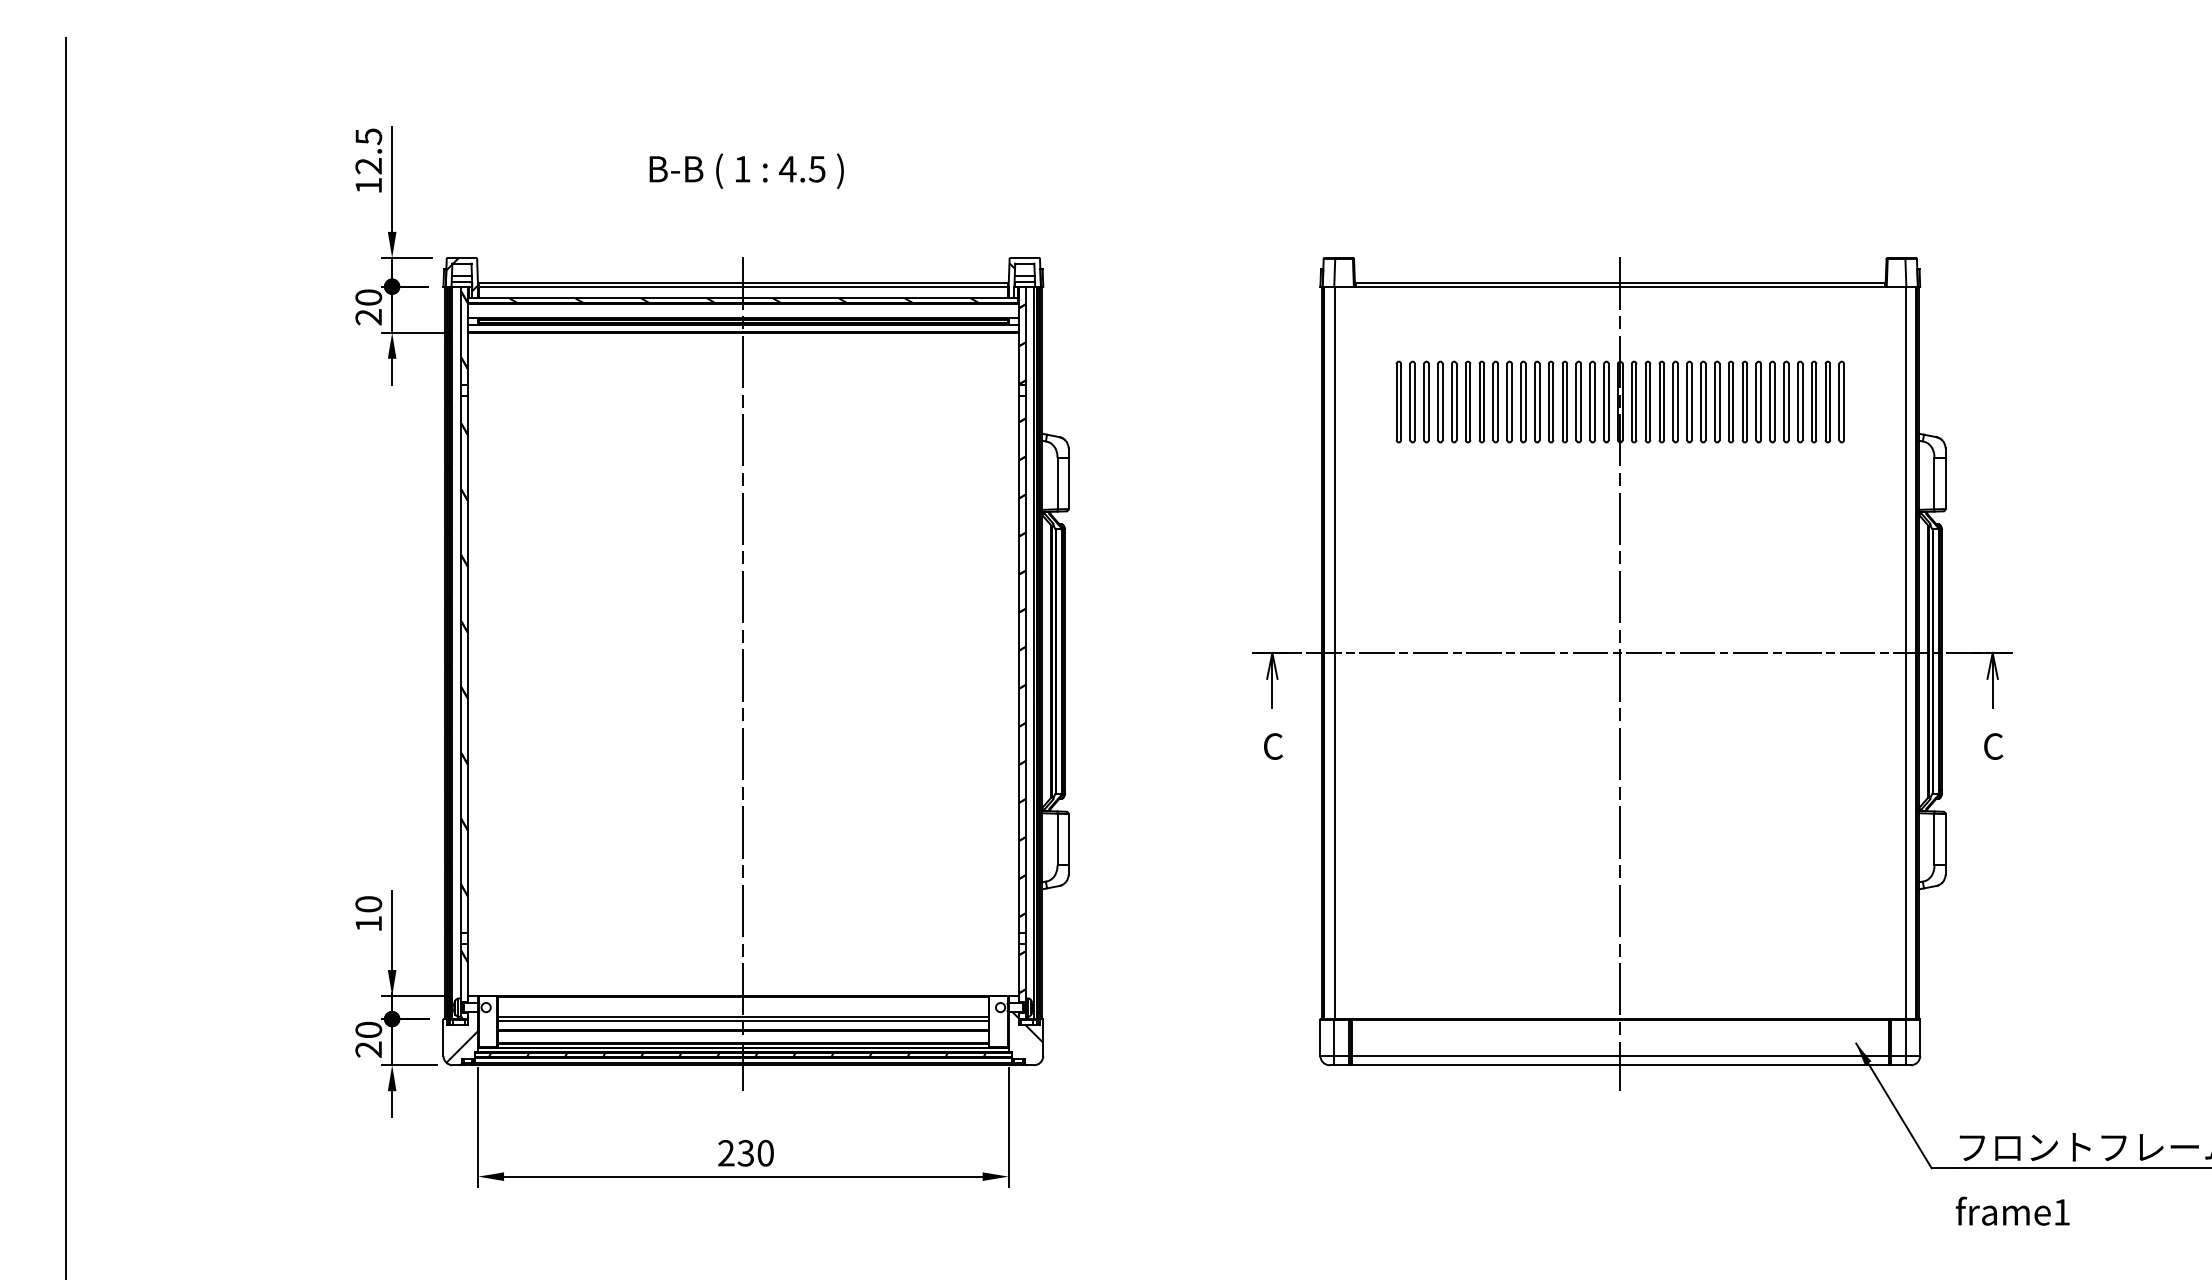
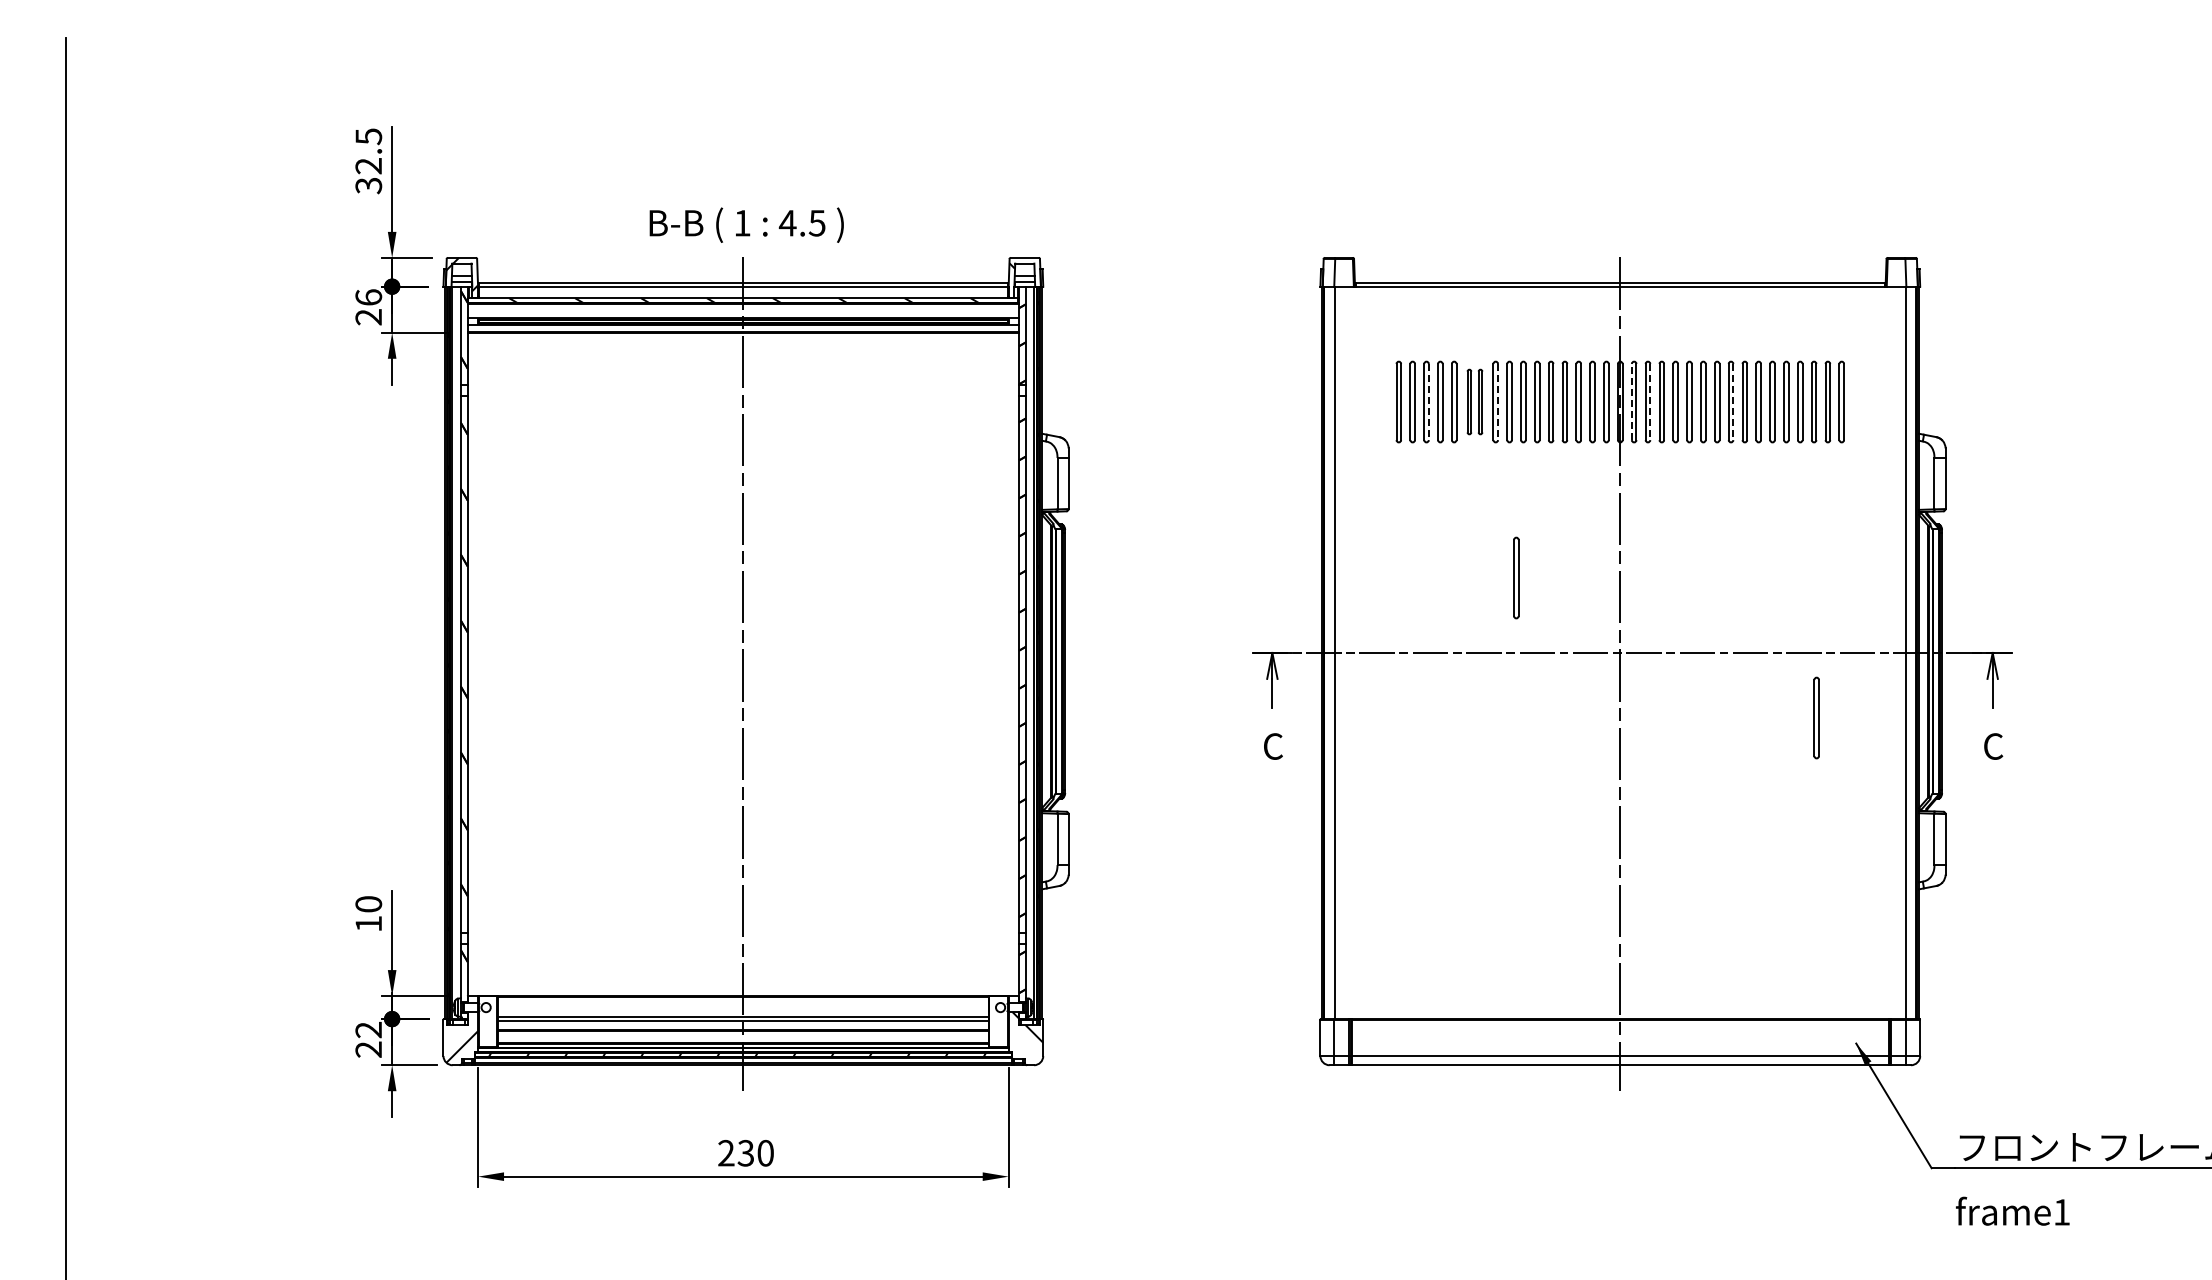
text at (746, 170) position: (746, 170) -> (746, 224)
text at (368, 186): 12.5 -> 32.5
text at (368, 297): 20 -> 26
part at (1474, 401) size: 20x84 px -> 18x68 px
line at (1631, 401): solid -> dashed
line at (1428, 402): solid -> dashed
line at (1498, 402): solid -> dashed
line at (1650, 402): solid -> dashed
line at (1733, 402): solid -> dashed
part at (1516, 577): none -> present
part at (1816, 717): none -> present
text at (368, 1029): 20 -> 22
